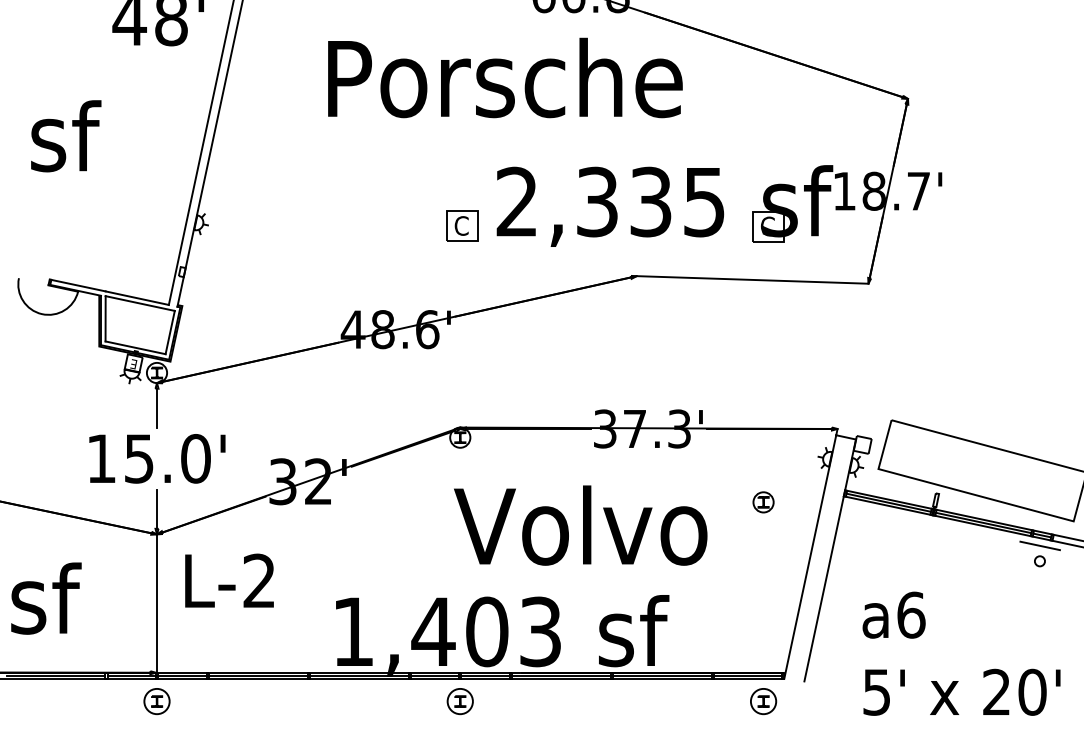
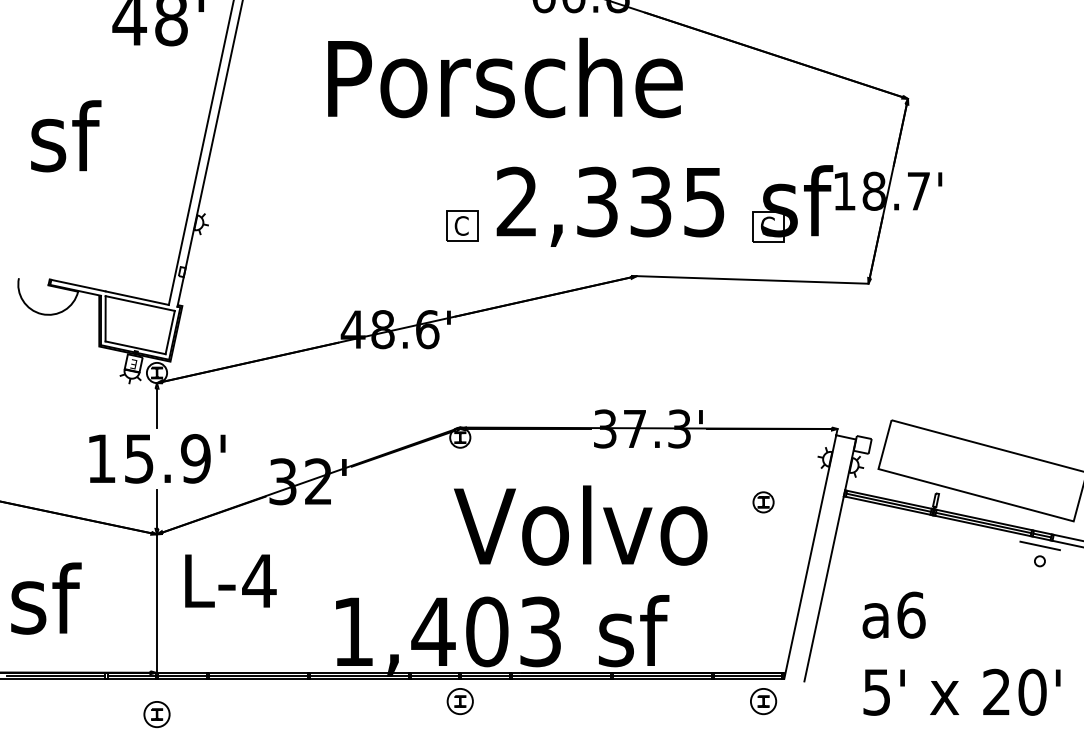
text at (195, 458): 15.0' -> 15.9'
text at (259, 580): L-2 -> L-4
part at (156, 701) position: (156, 701) -> (156, 714)
